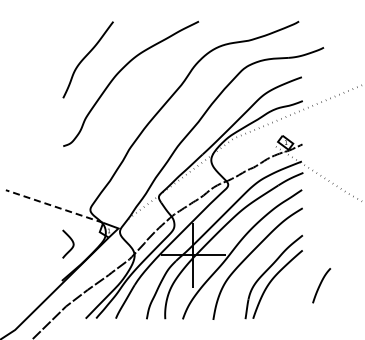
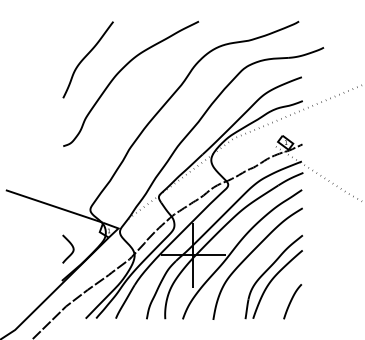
line at (54, 206): dashed -> solid
curve at (71, 241) position: (71, 241) -> (71, 246)
curve at (321, 284) position: (321, 284) -> (292, 300)
